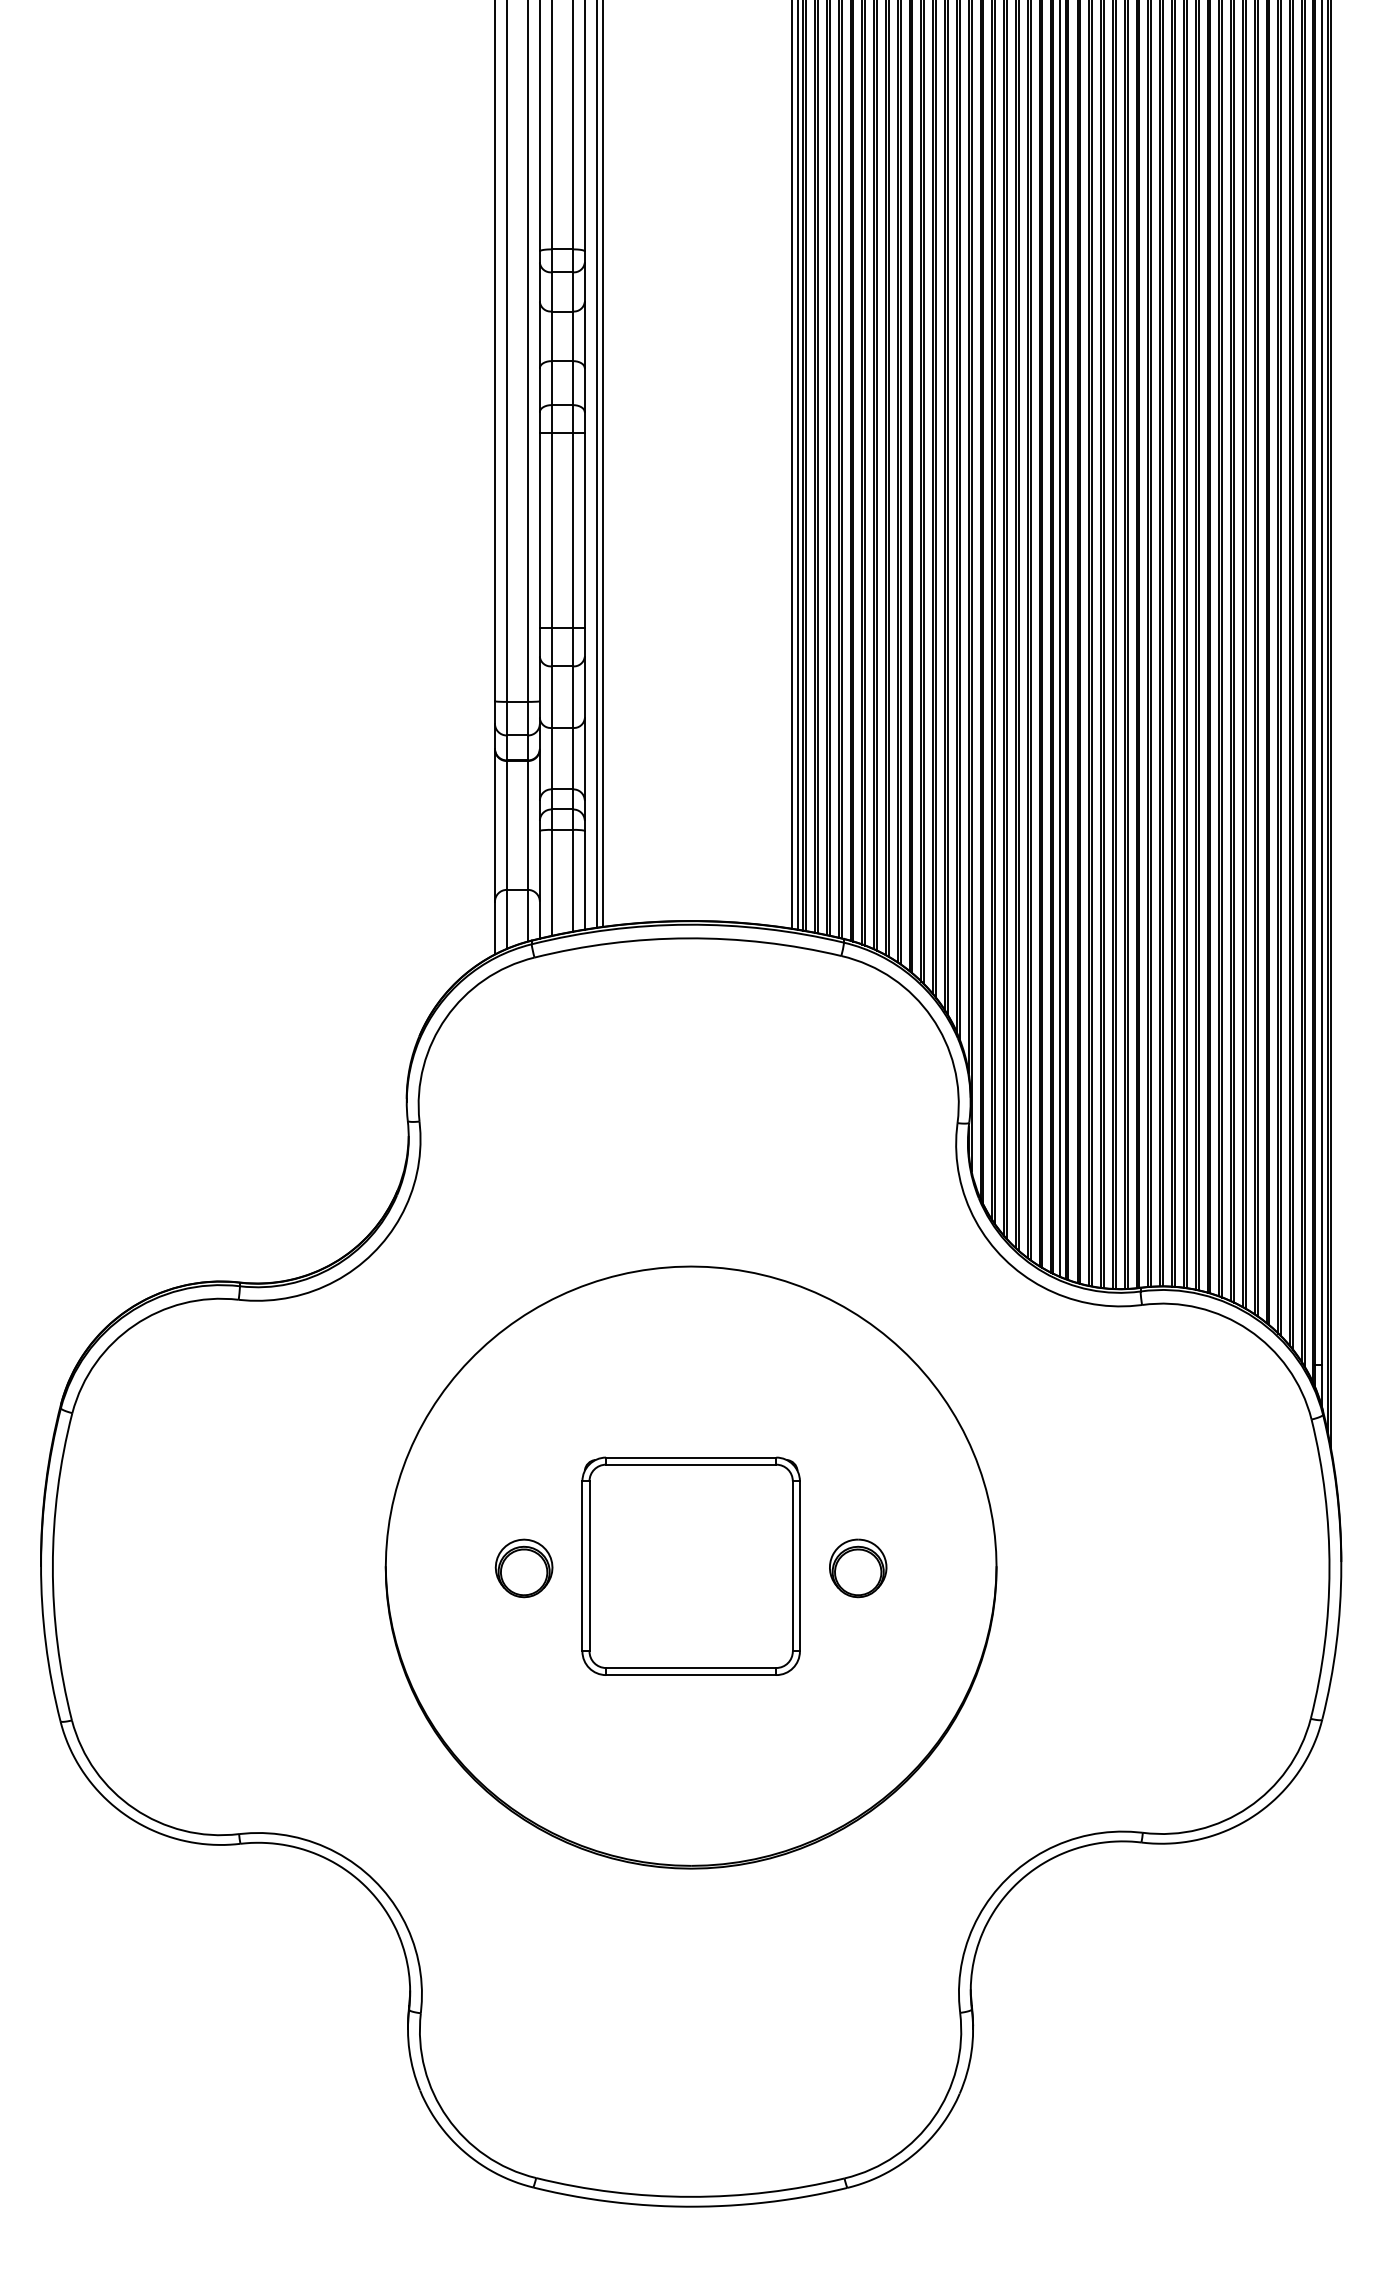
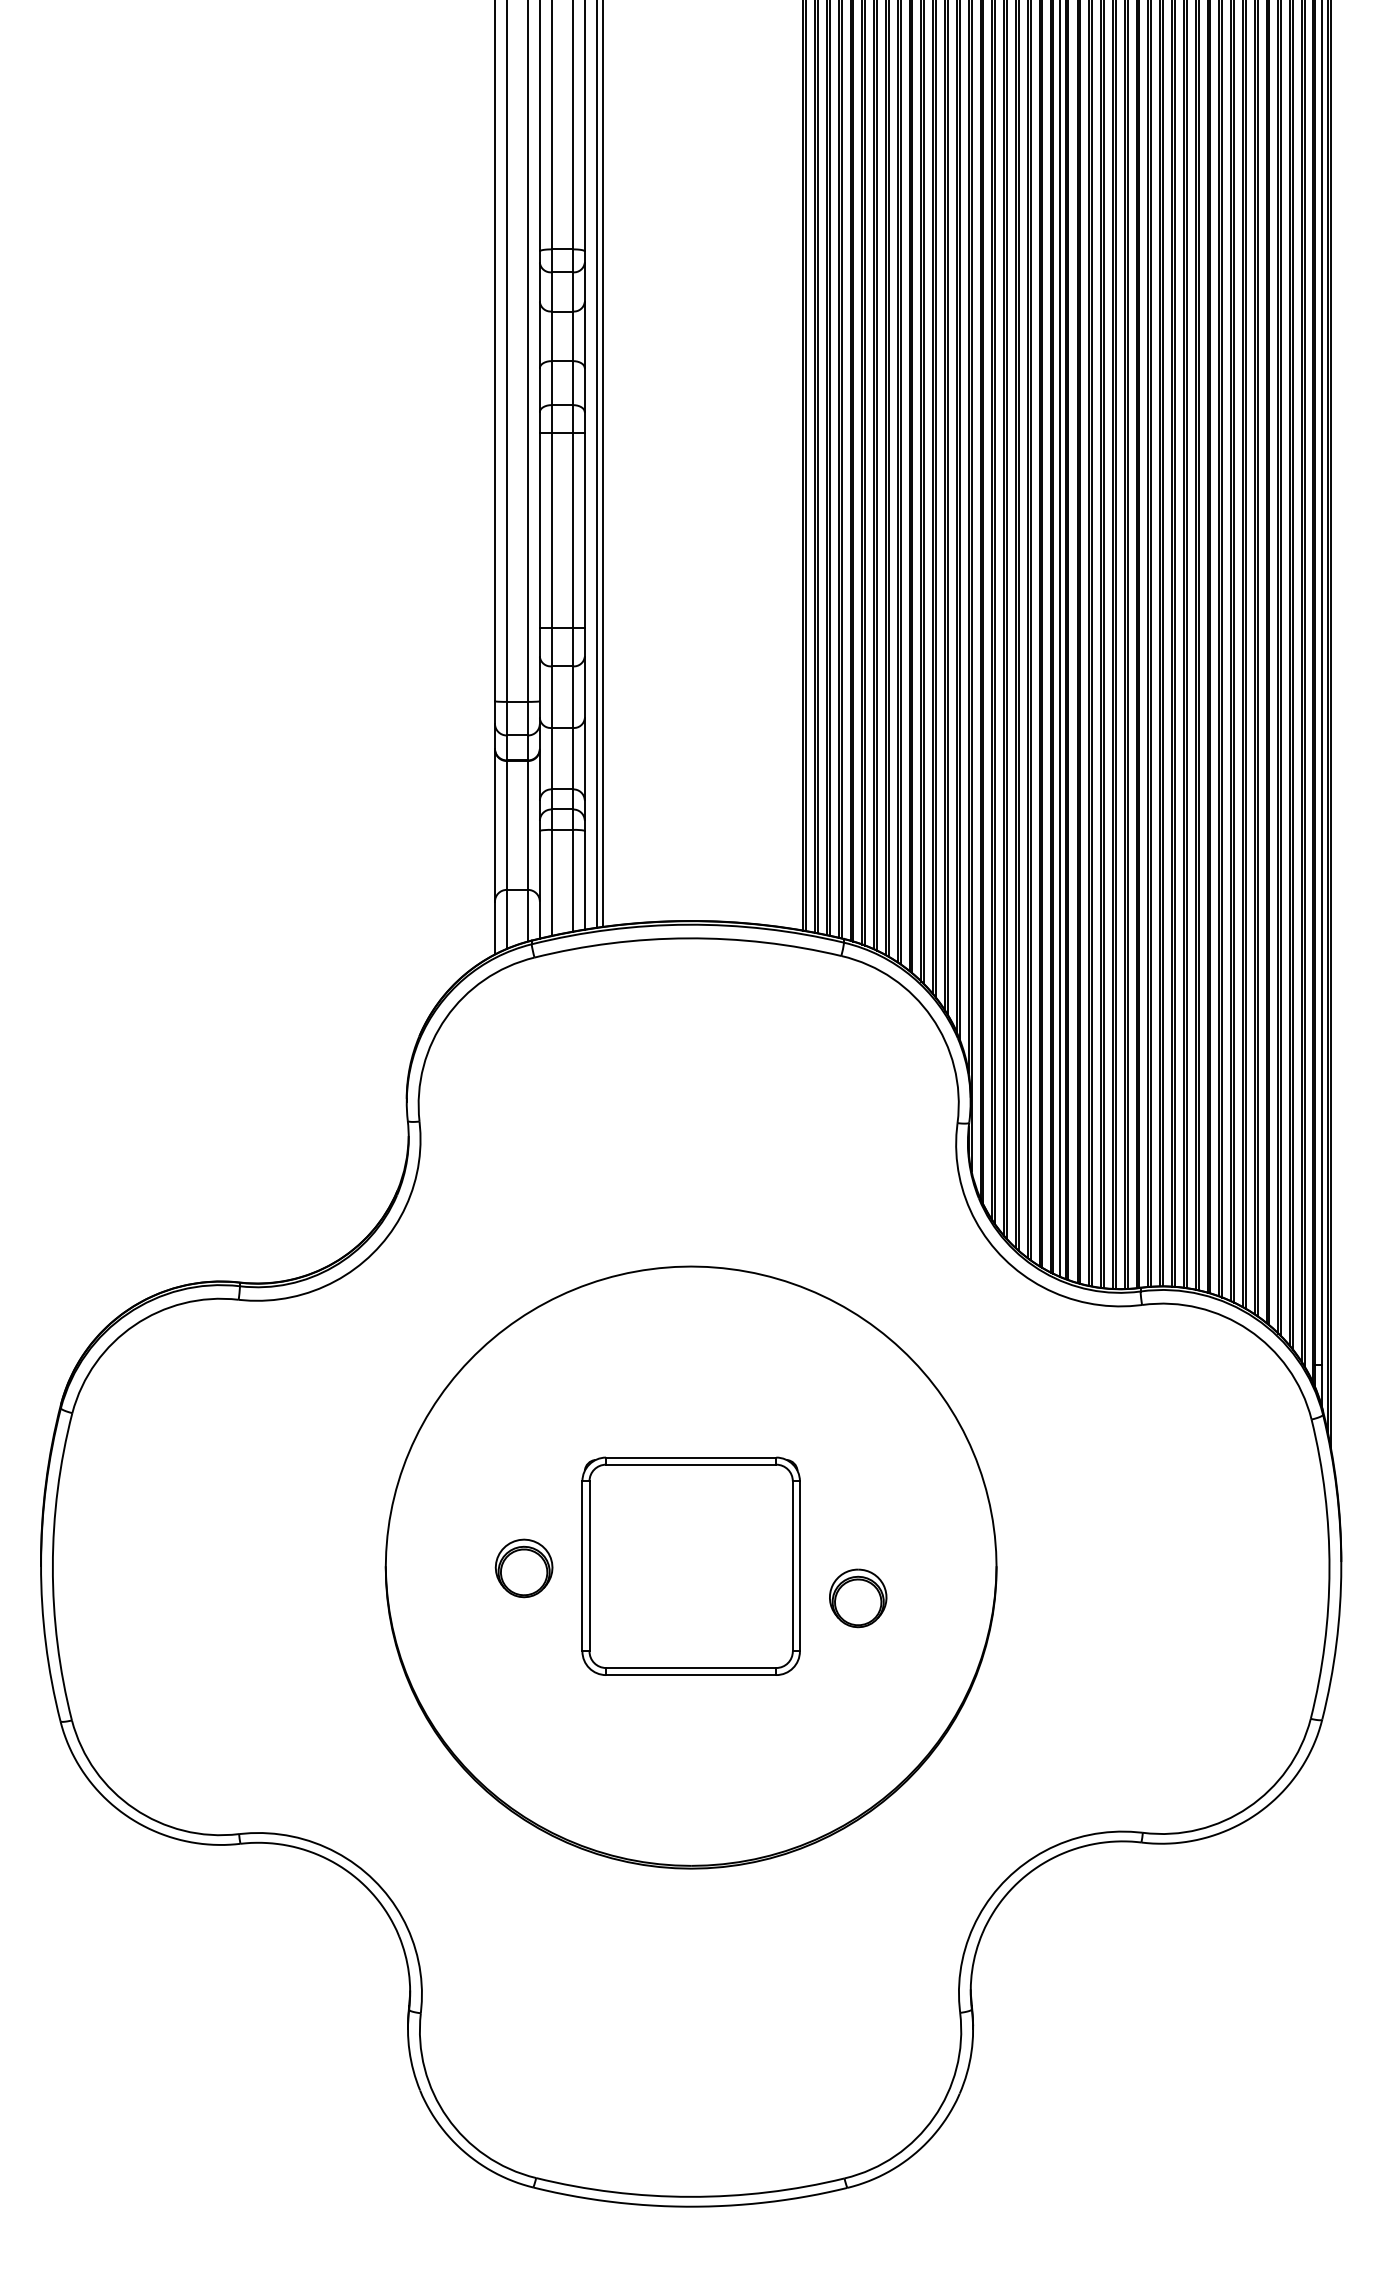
line at (791, 465): present -> none
line at (797, 465): present -> none
part at (858, 1568) position: (858, 1568) -> (858, 1598)
